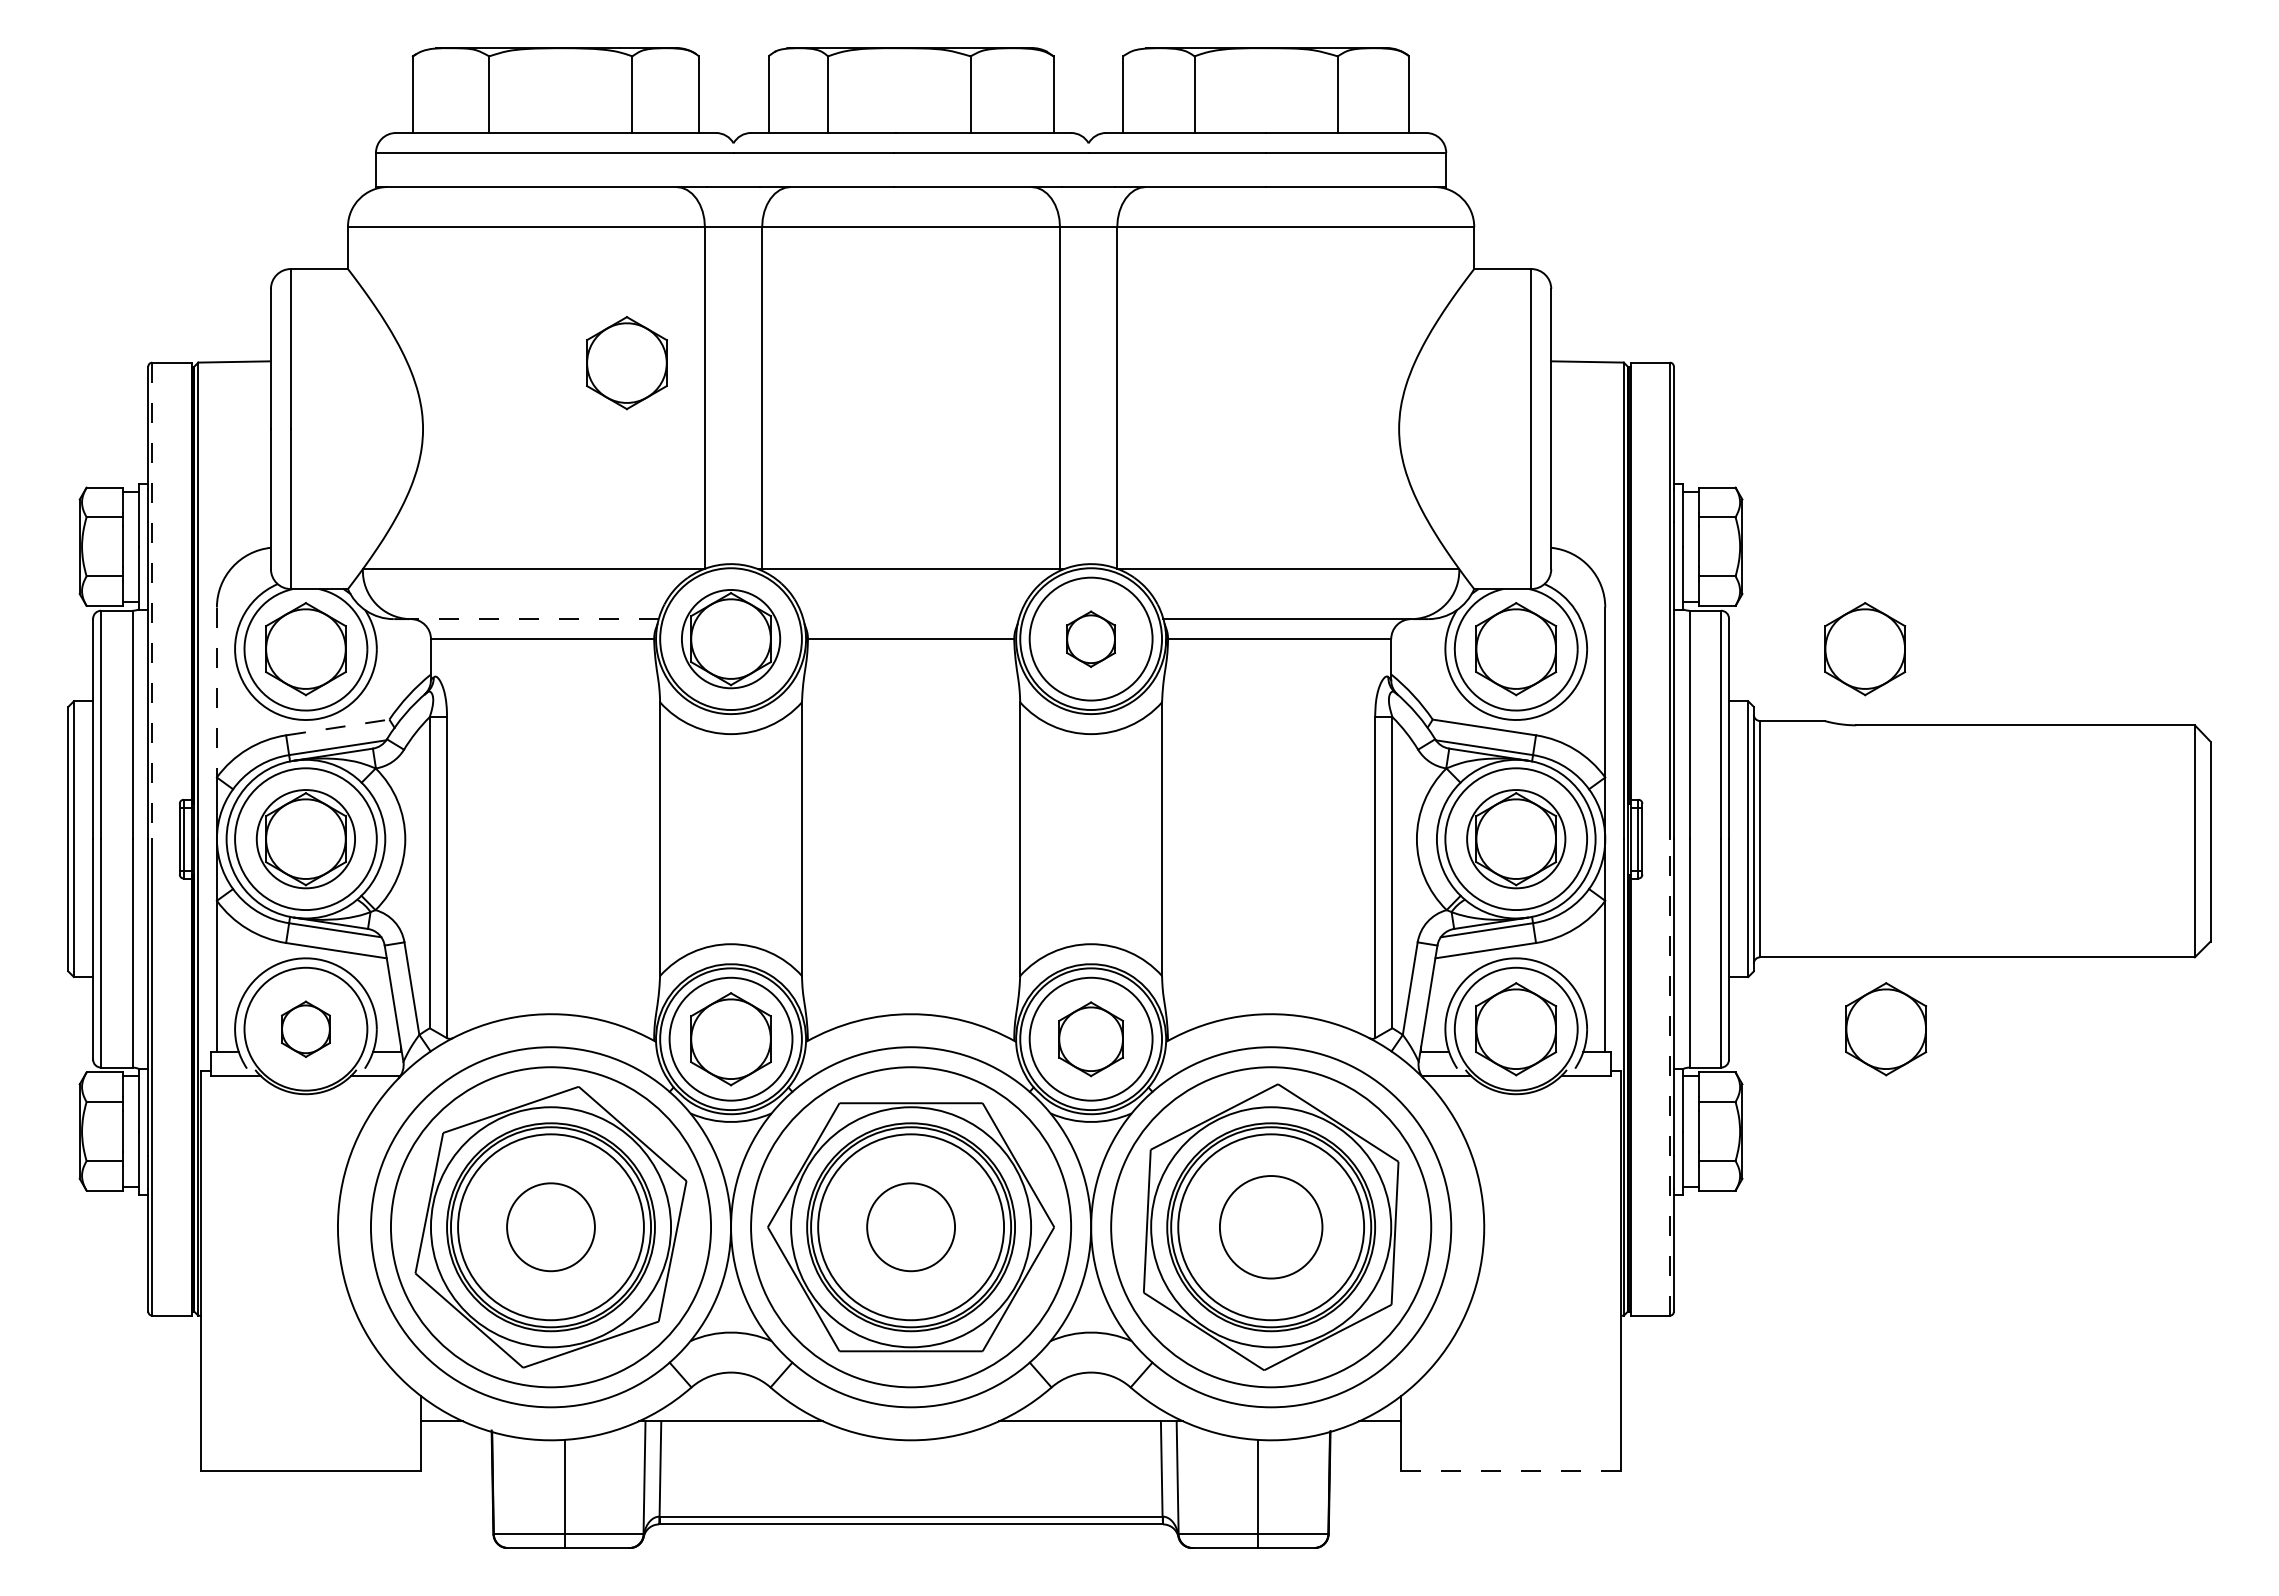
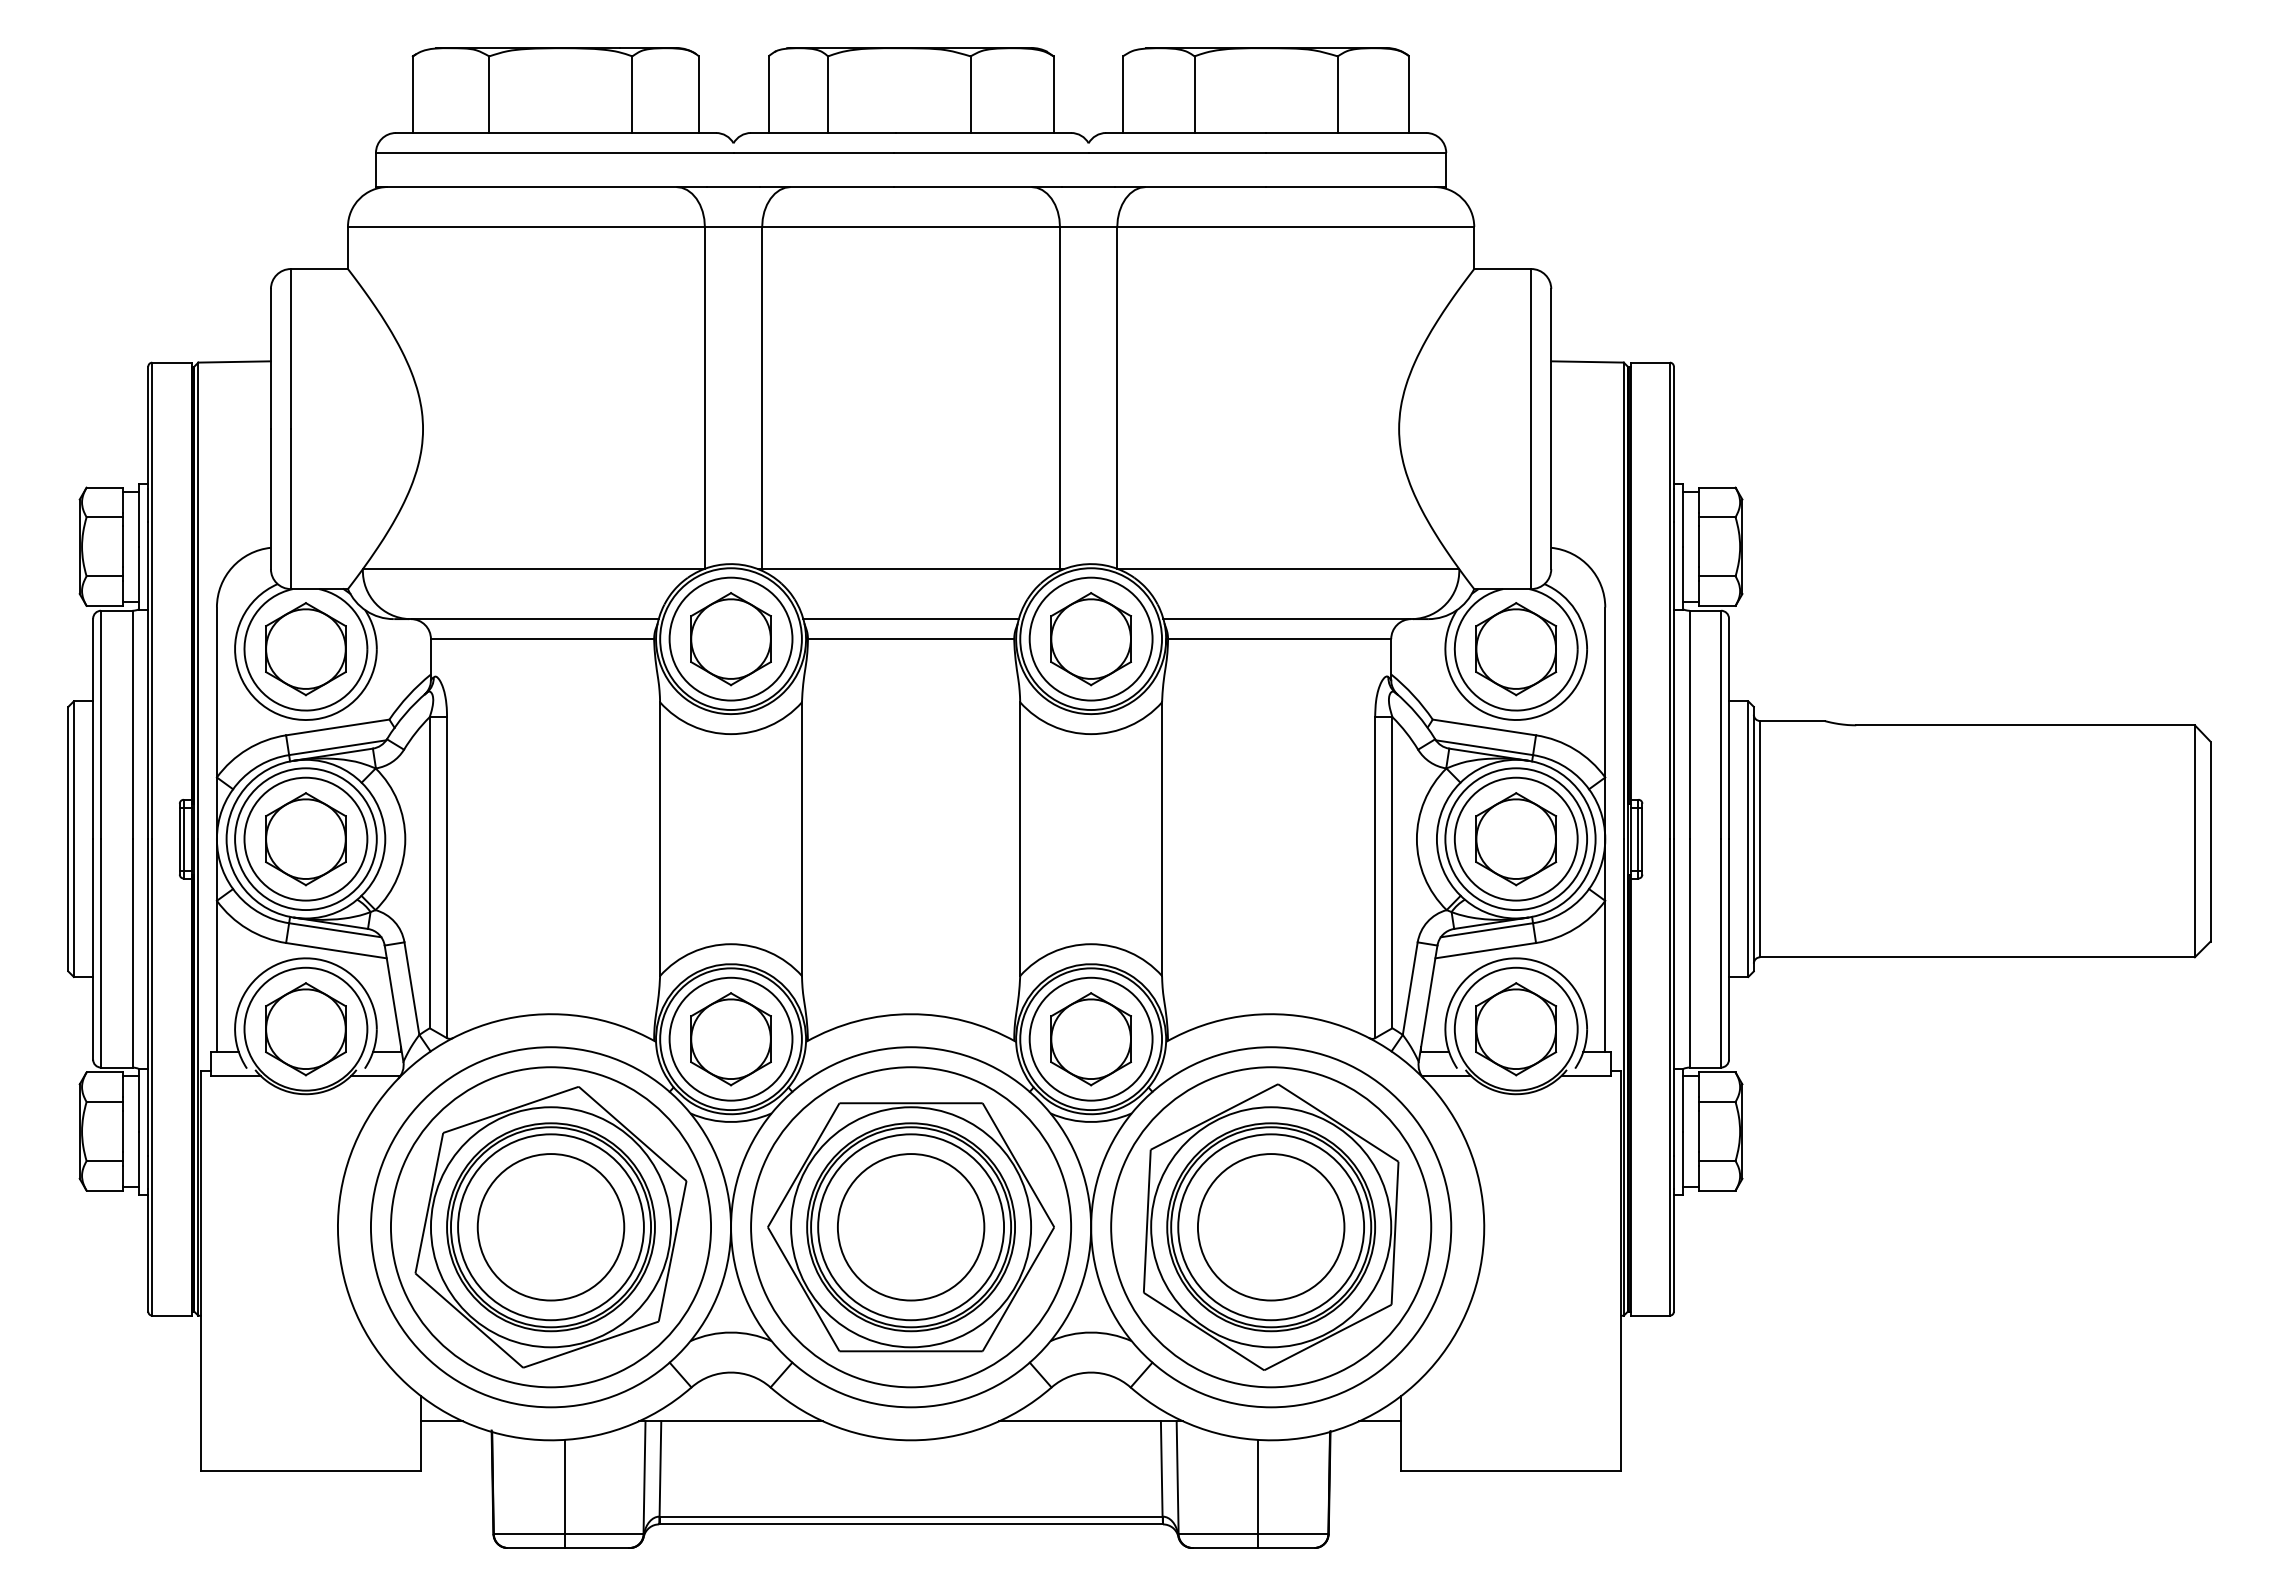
part at (626, 363): present -> none
line at (152, 601): dashed -> solid
line at (534, 619): dashed -> solid
line at (910, 619): none -> present
circle at (730, 638) diameter: 98 px -> 123 px
part at (1090, 638) size: 50x58 px -> 82x95 px
part at (1865, 649): present -> none
line at (216, 692): dashed -> solid
line at (338, 727): dashed -> solid
circle at (305, 839) diameter: 98 px -> 123 px
circle at (1516, 839) diameter: 98 px -> 123 px
part at (305, 1028) size: 50x58 px -> 82x95 px
part at (1886, 1029): present -> none
part at (1090, 1039) size: 66x77 px -> 82x95 px
line at (1669, 1076): dashed -> solid
circle at (550, 1227) diameter: 88 px -> 146 px
circle at (911, 1227) diameter: 88 px -> 146 px
circle at (1270, 1227) diameter: 103 px -> 146 px
line at (1511, 1471): dashed -> solid
